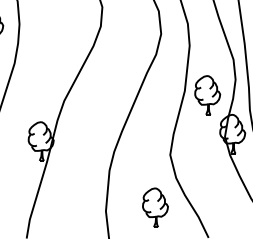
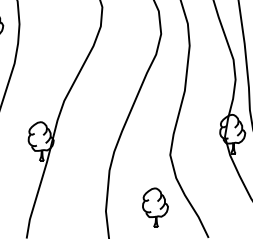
part at (207, 95): present -> none
